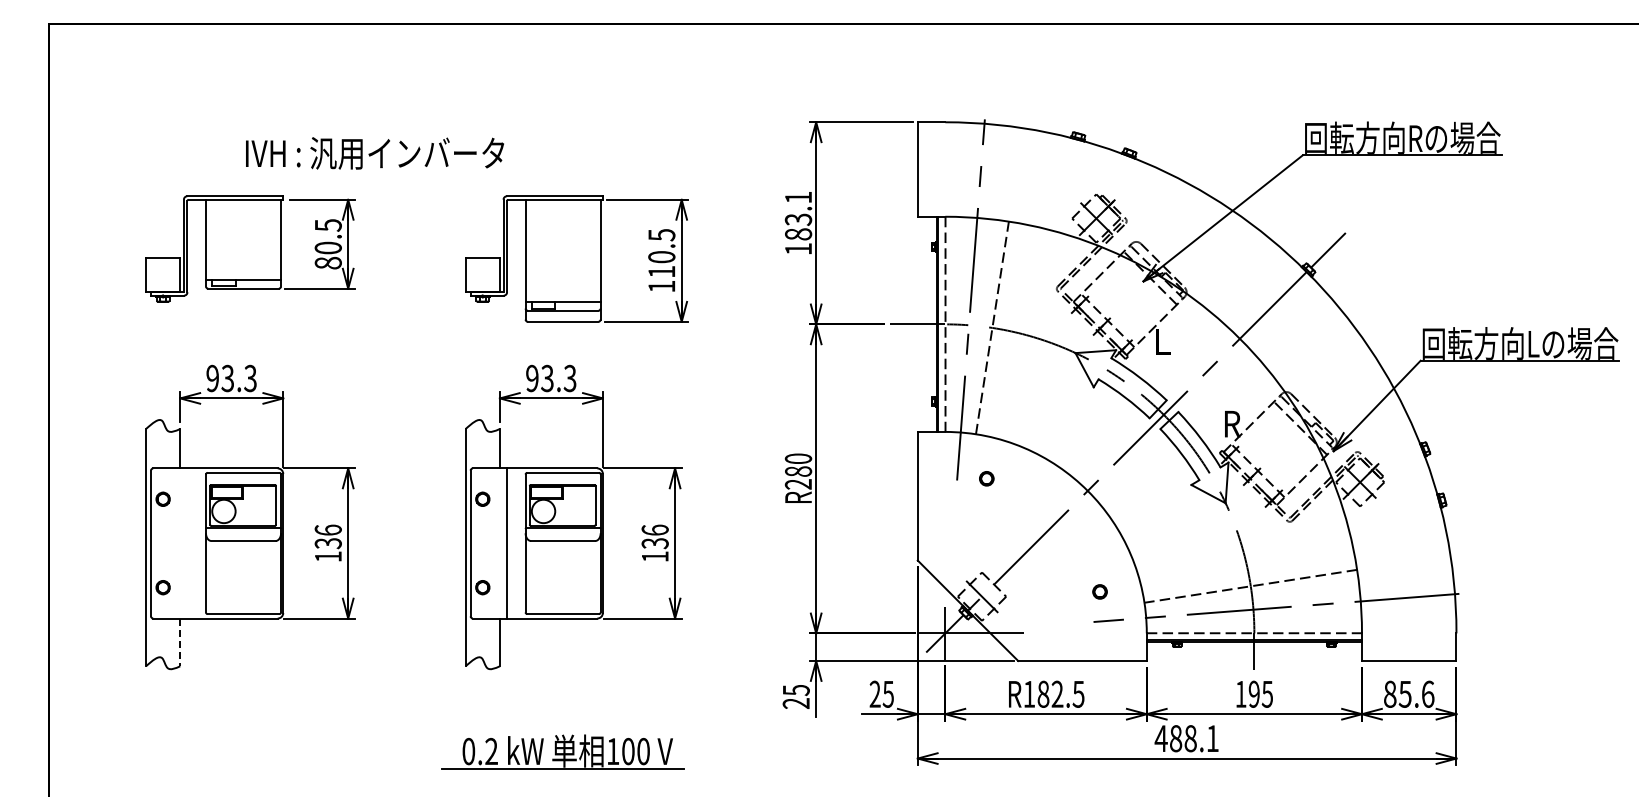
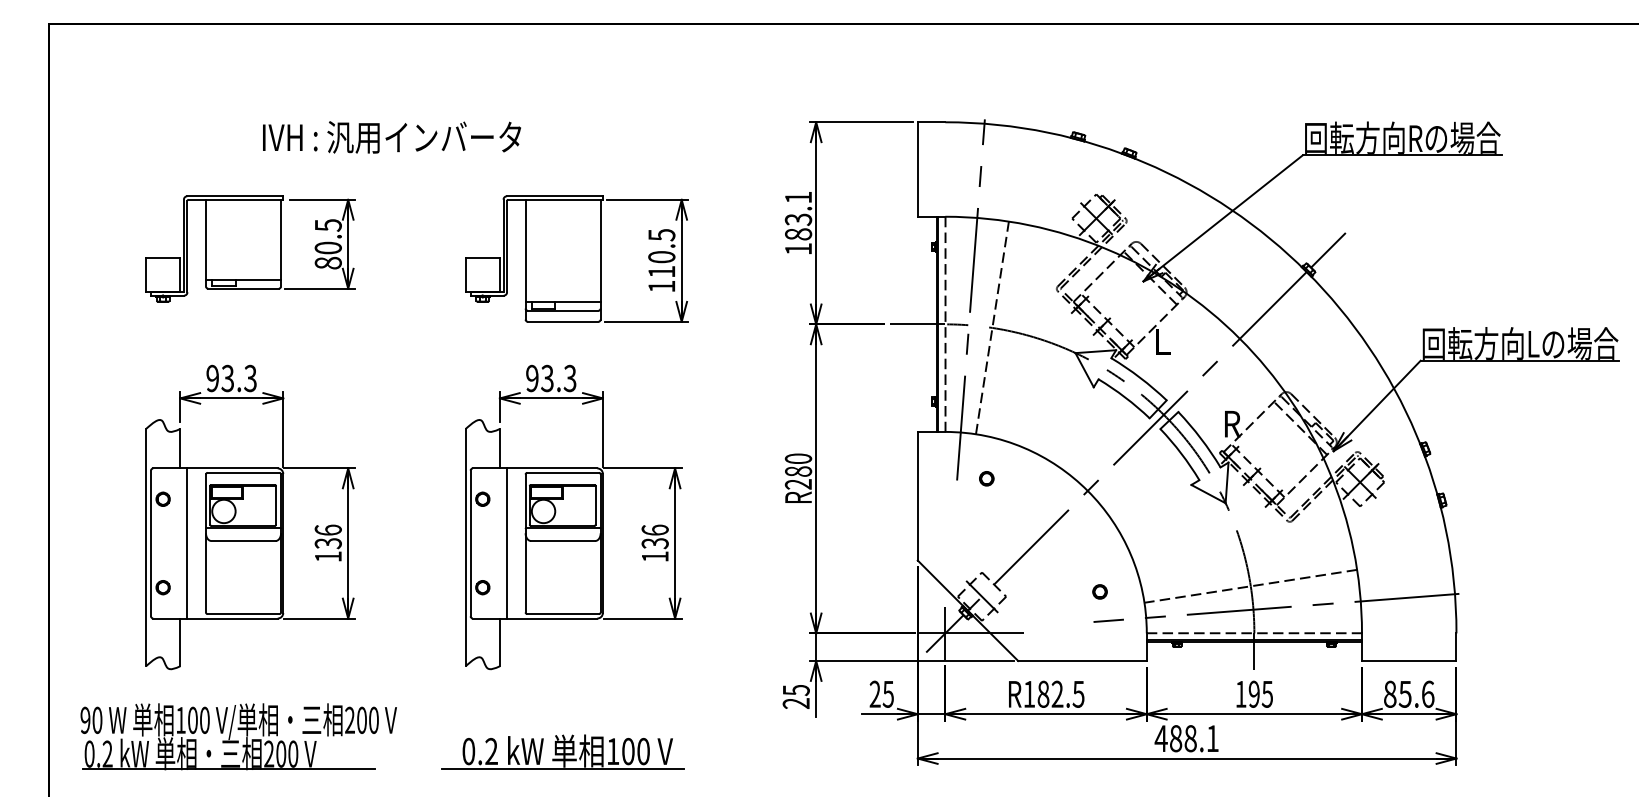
text at (374, 153) position: (374, 153) -> (391, 137)
line at (187, 543): none -> present
line at (180, 642): dashed -> solid
part at (238, 736): none -> present
